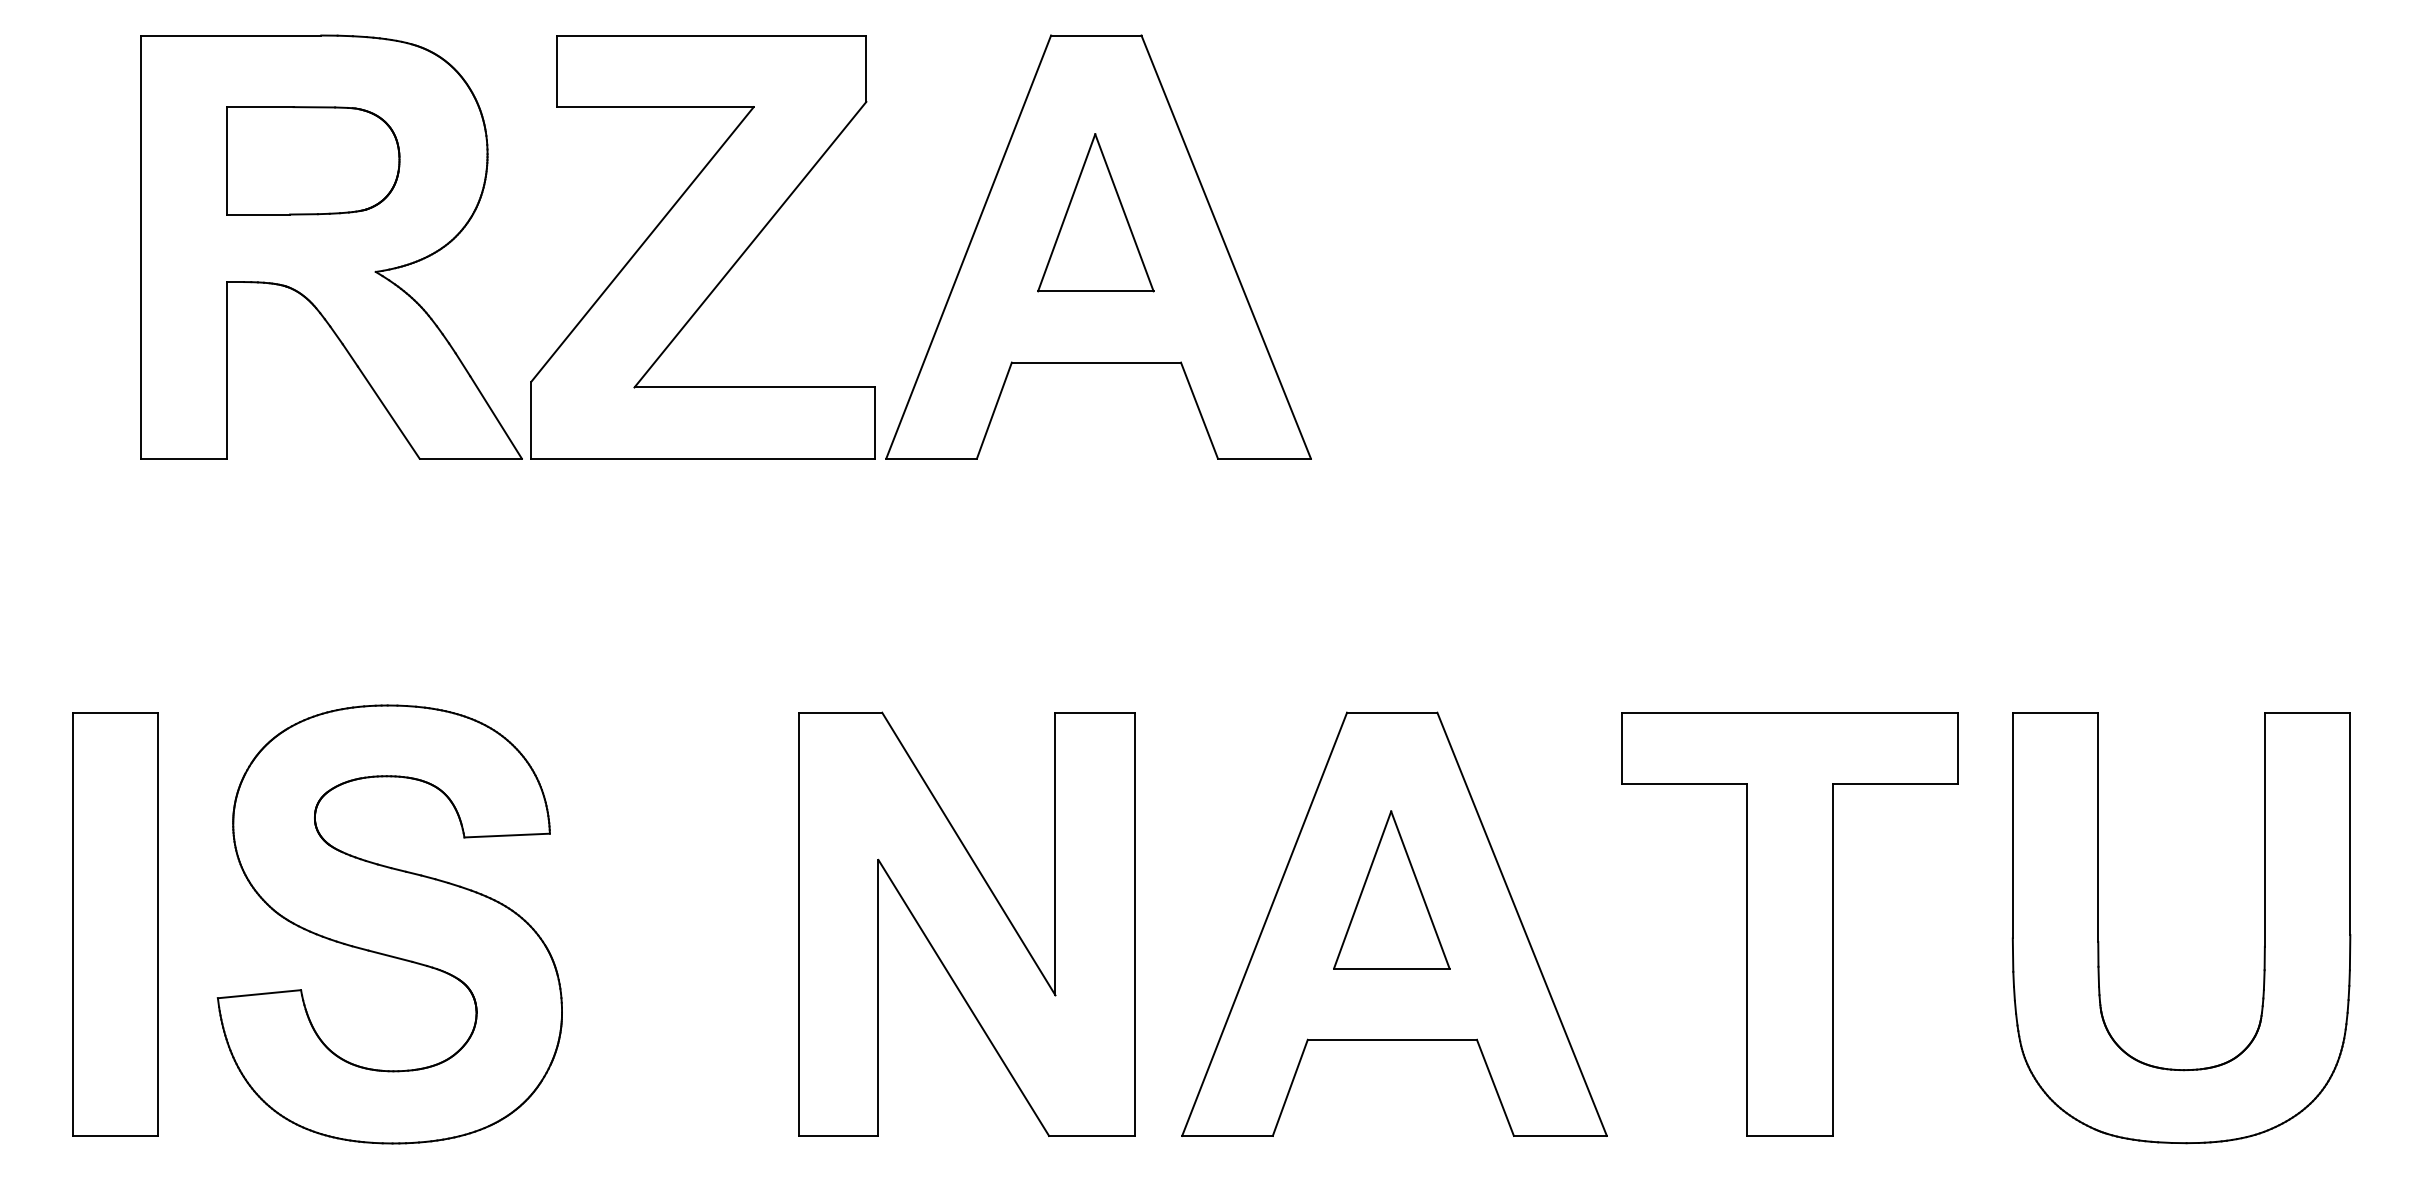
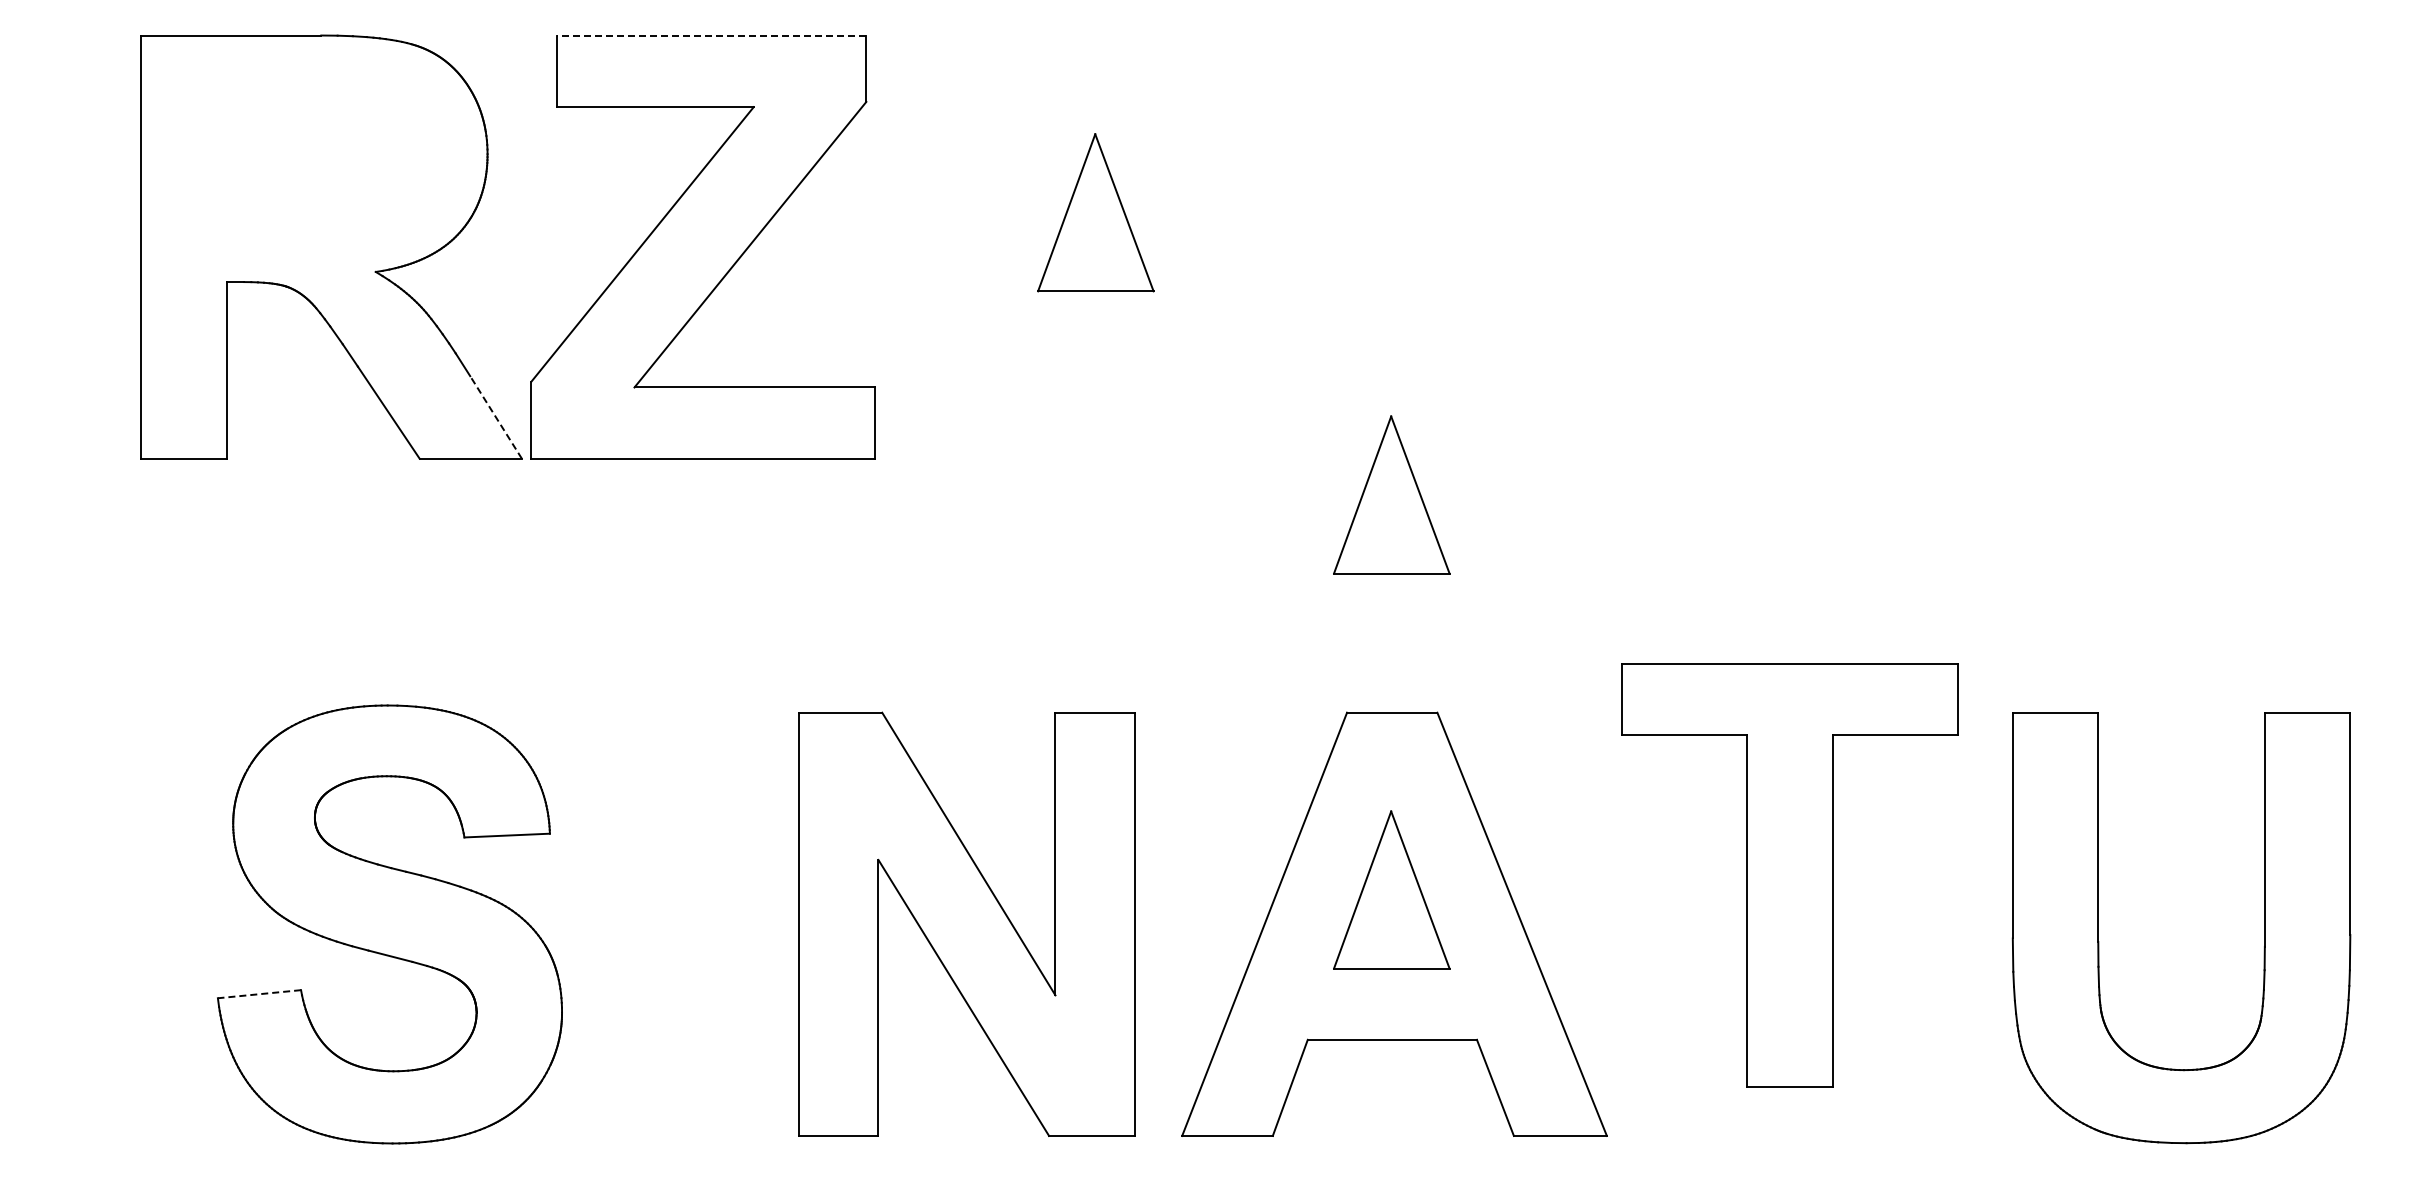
line at (711, 35): solid -> dashed
part at (313, 160): present -> none
part at (1098, 246): present -> none
line at (496, 417): solid -> dashed
part at (1391, 494): none -> present
part at (115, 924): present -> none
part at (1789, 924) position: (1789, 924) -> (1789, 875)
line at (259, 994): solid -> dashed
